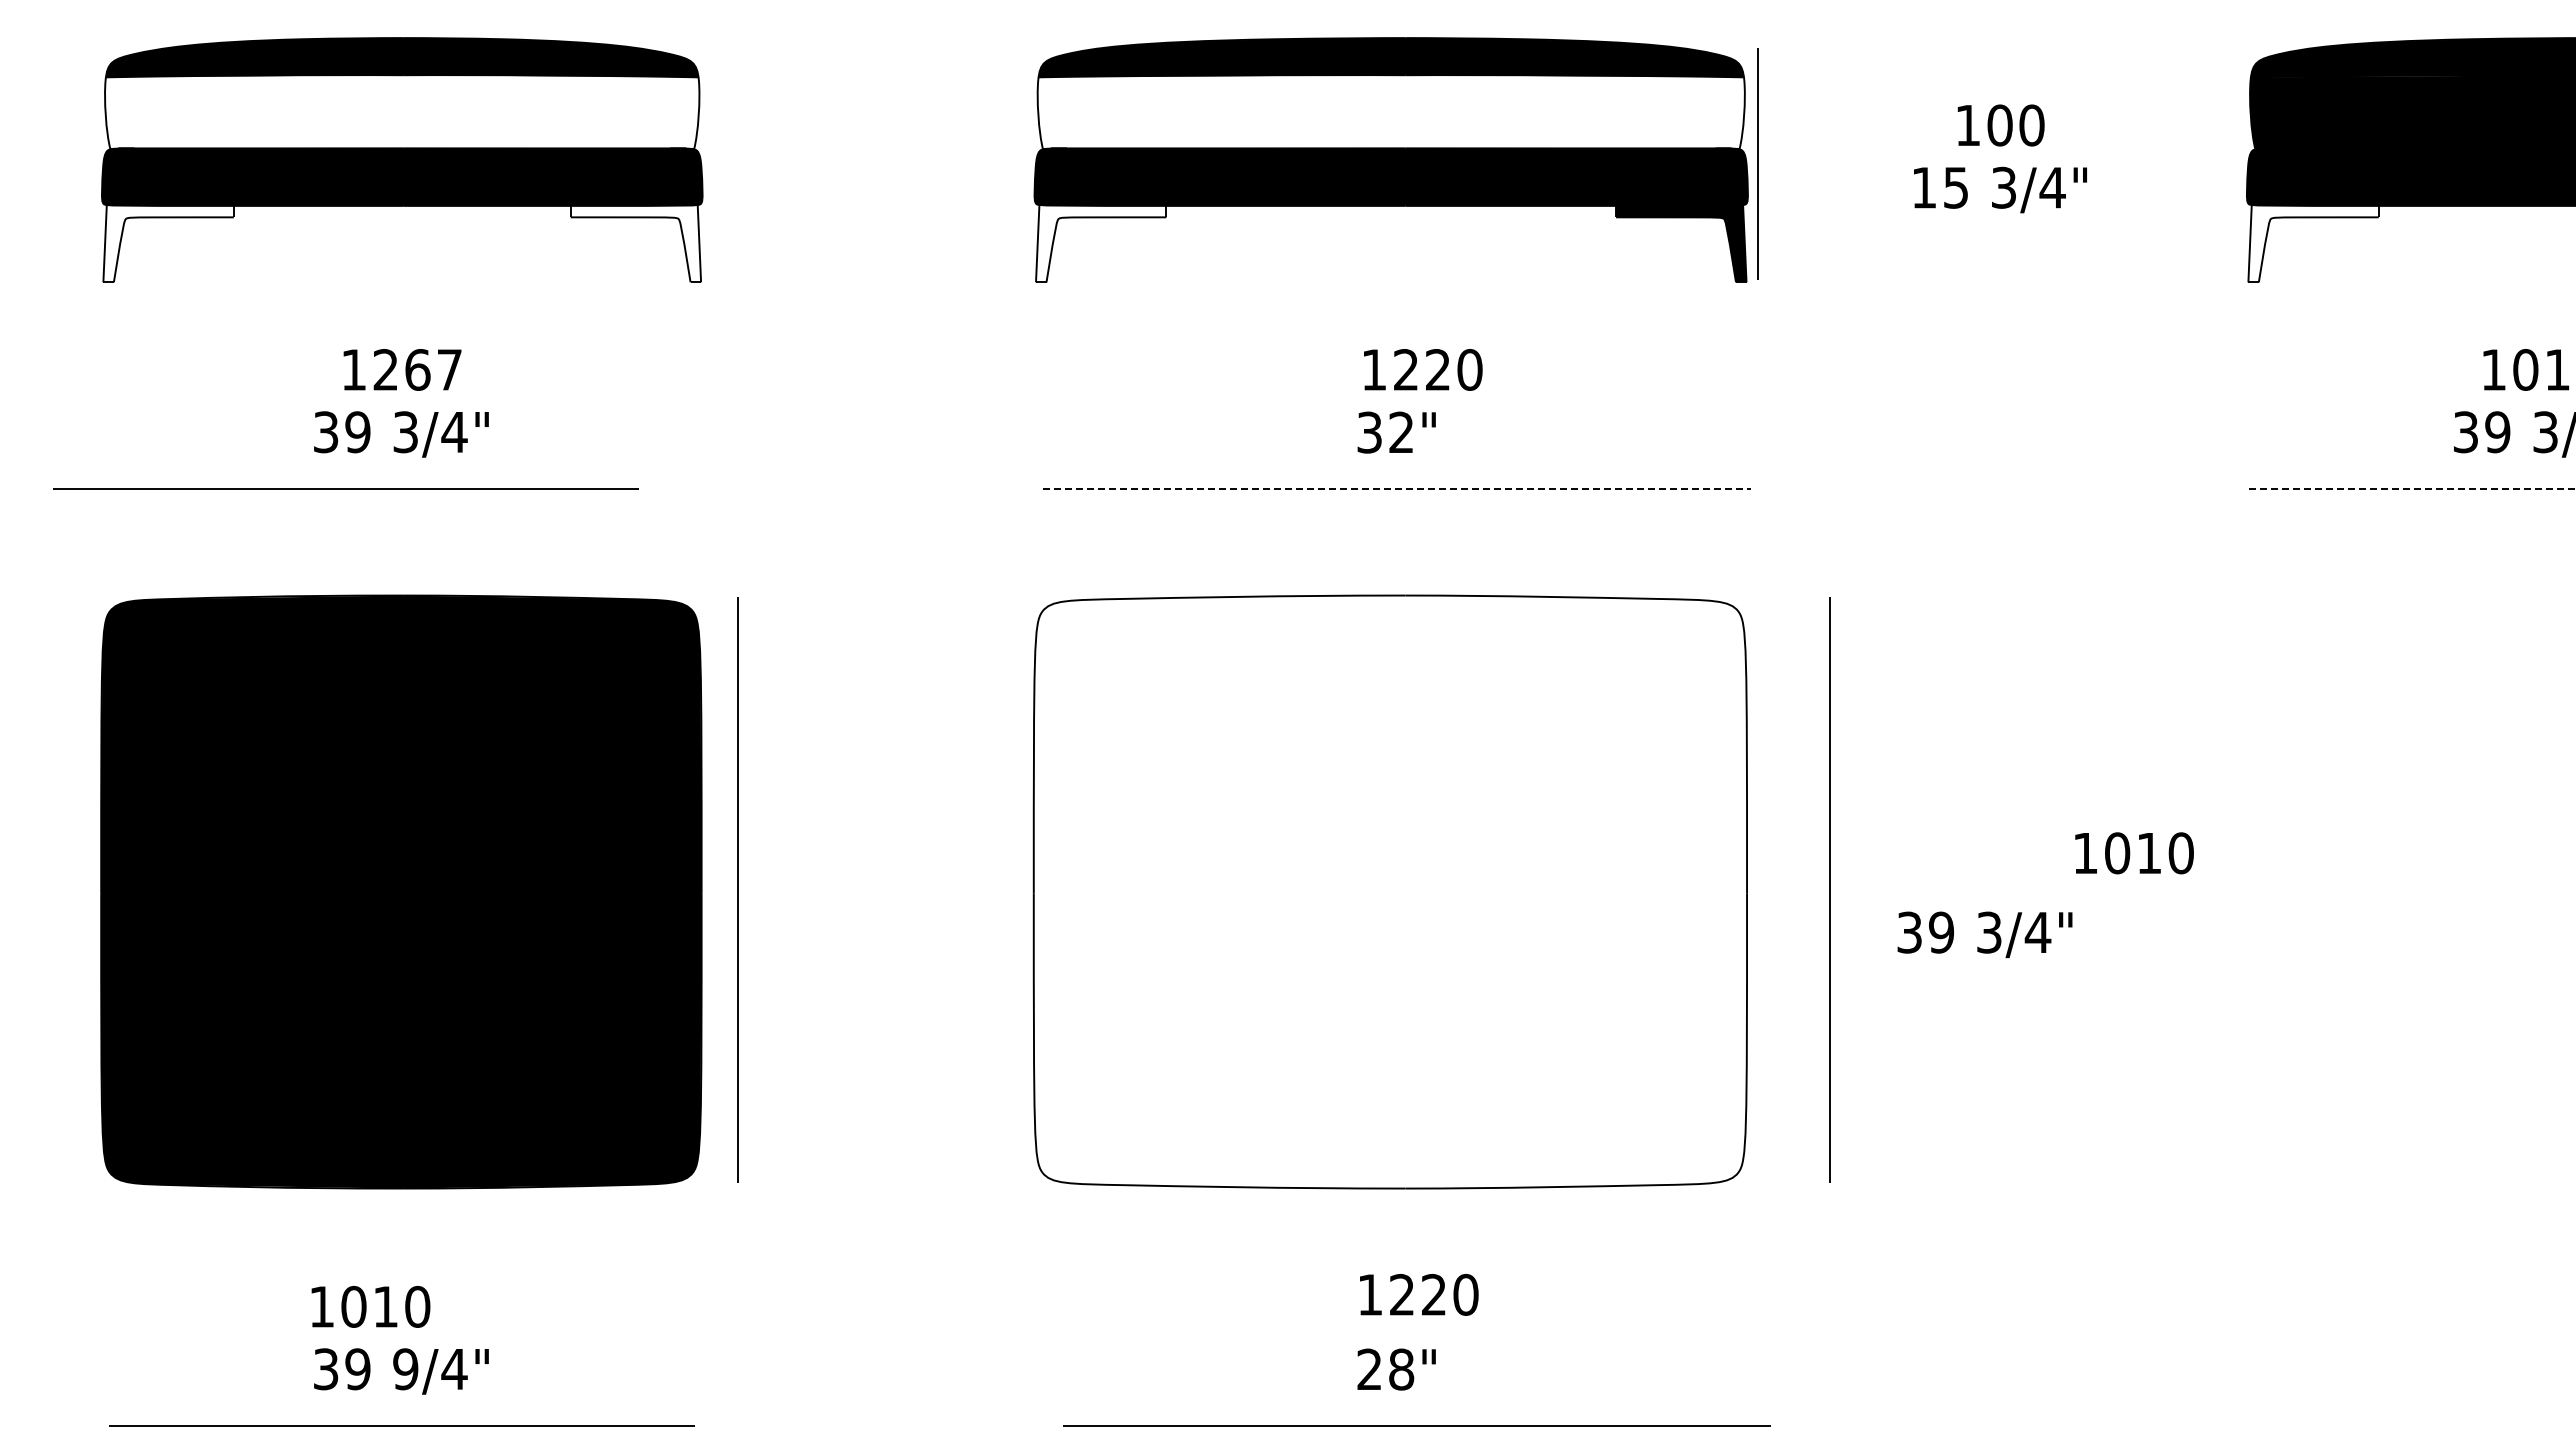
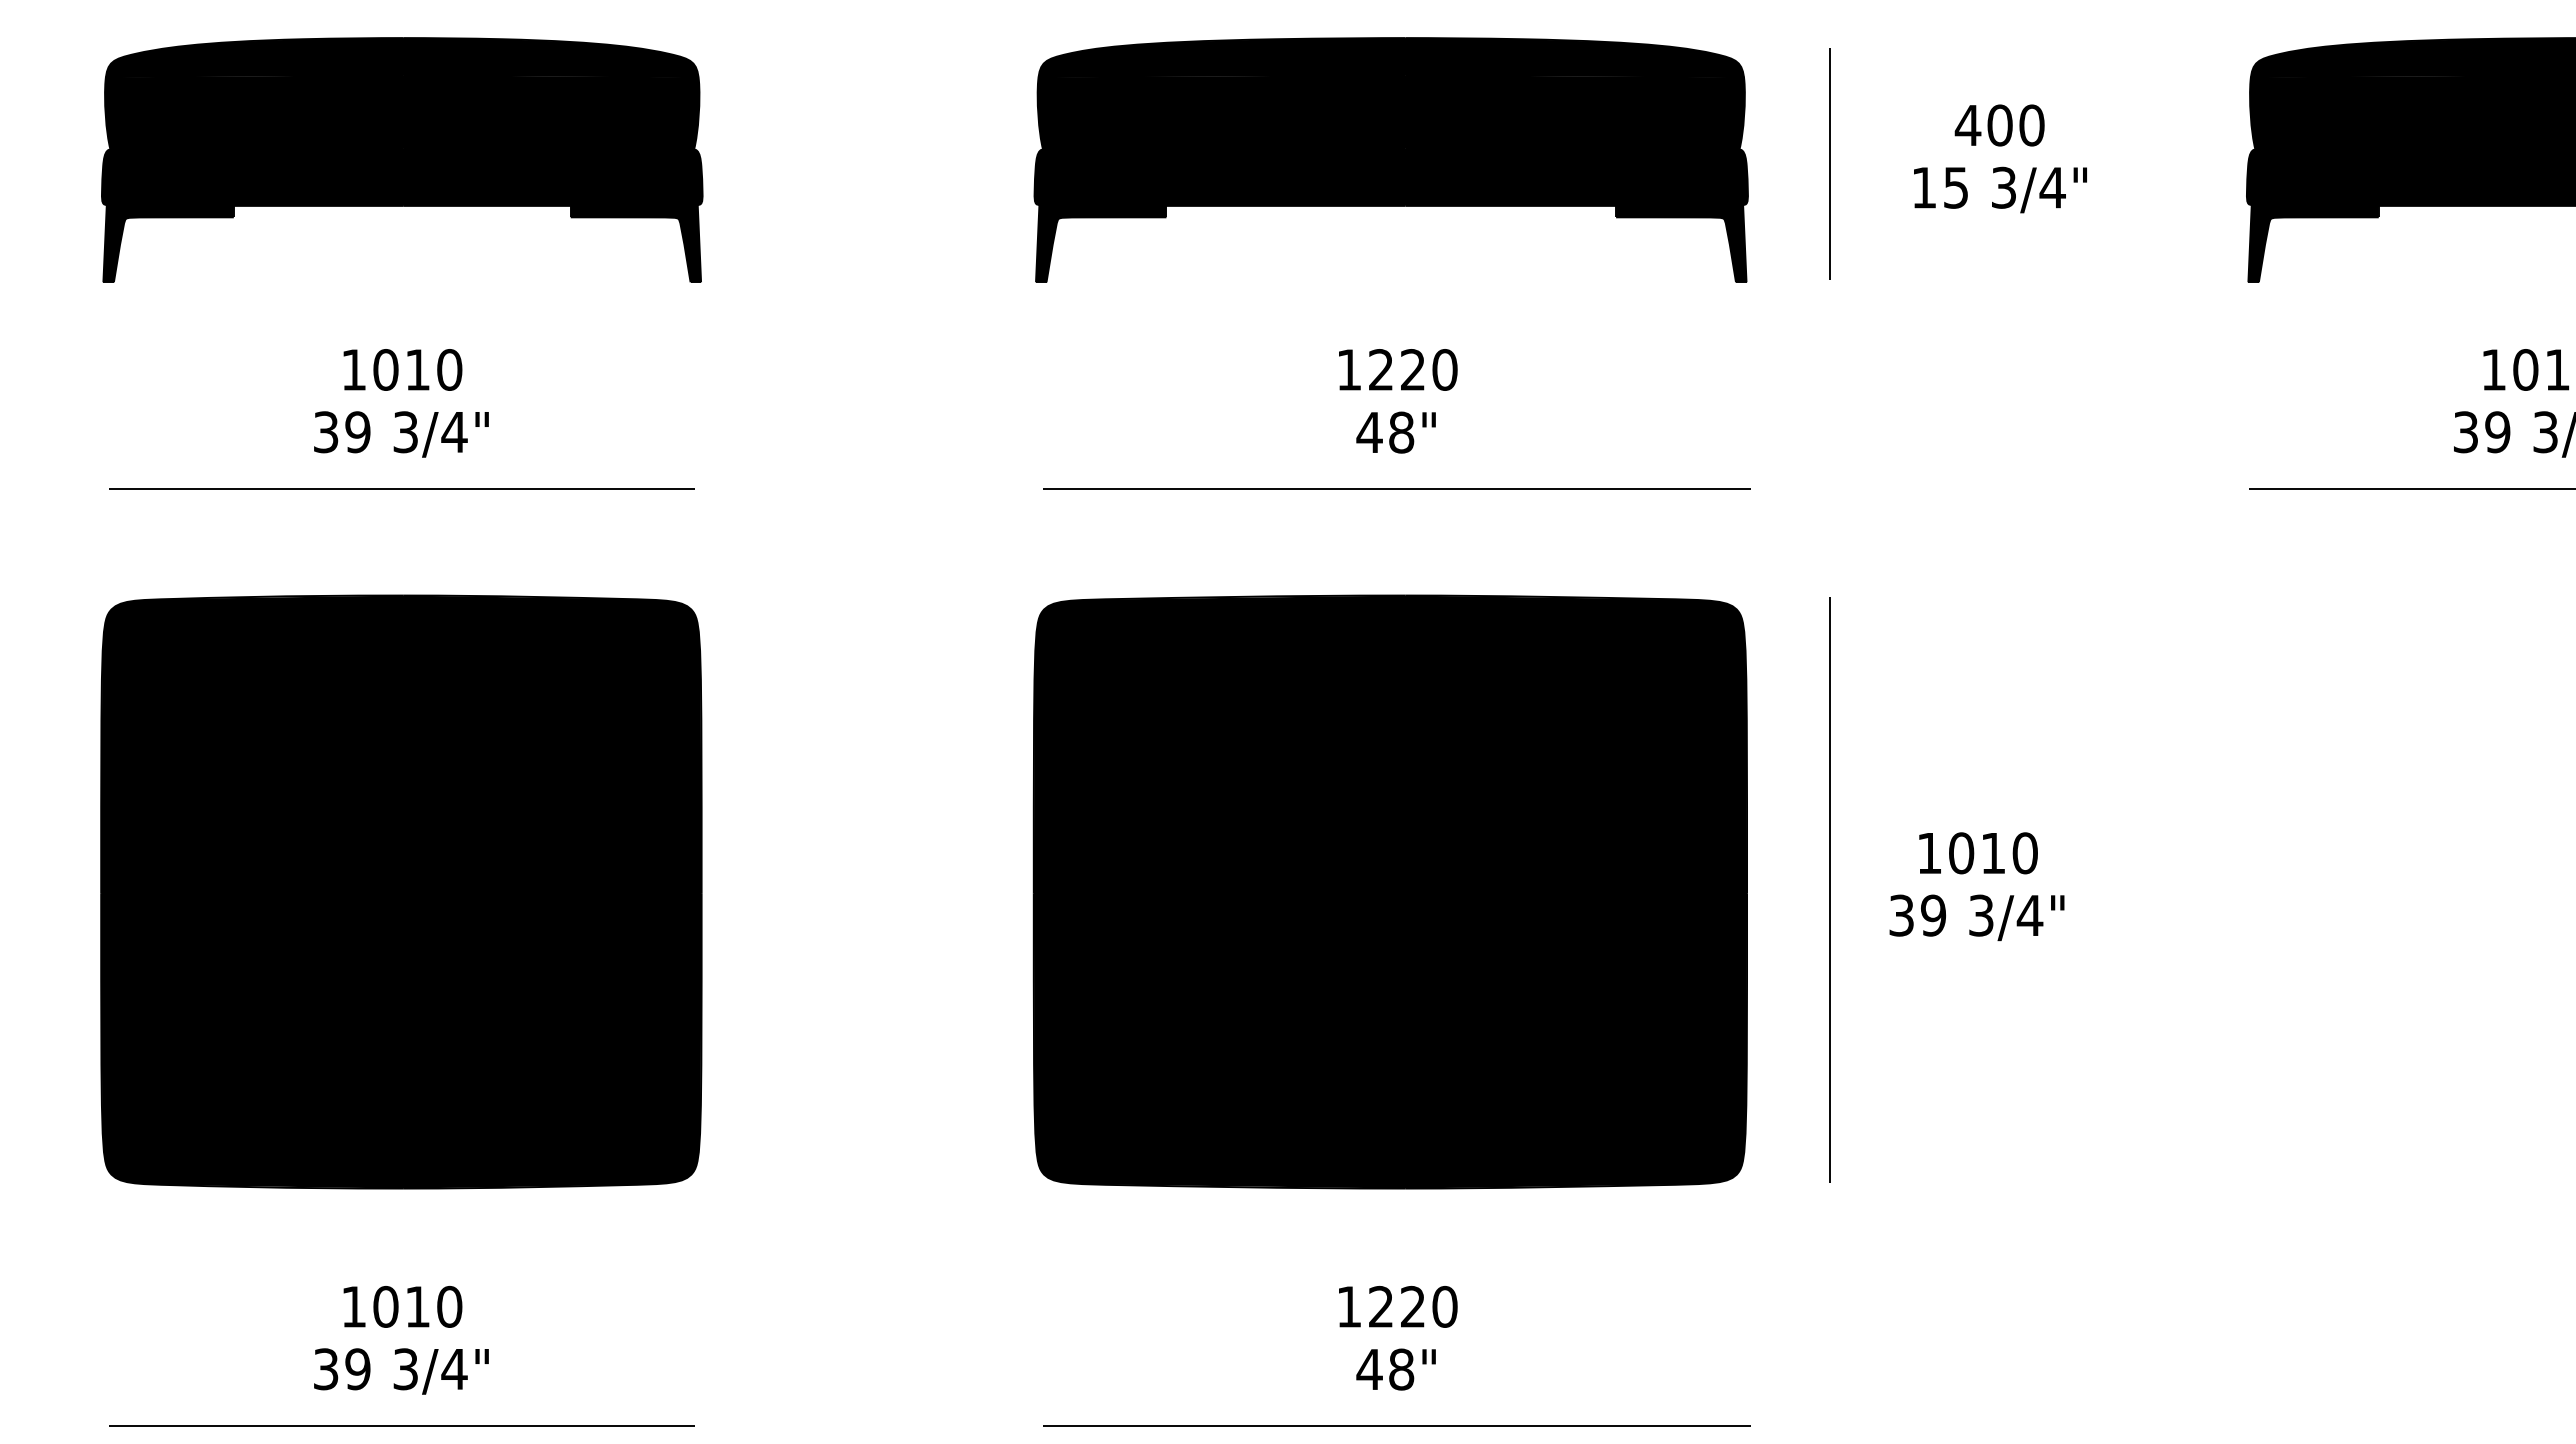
fill at (402, 112): none -> present
fill at (1390, 112): none -> present
text at (1967, 125): 100 -> 400
line at (1757, 163) position: (1757, 163) -> (1829, 163)
fill at (168, 243): none -> present
fill at (635, 243): none -> present
fill at (1101, 243): none -> present
fill at (2313, 243): none -> present
text at (417, 369): 1267 -> 1010
text at (1423, 369) position: (1423, 369) -> (1398, 369)
text at (1385, 432): 32" -> 48"
line at (345, 488) position: (345, 488) -> (401, 488)
line at (1397, 488): dashed -> solid
line at (2412, 488): dashed -> solid
text at (2134, 853) position: (2134, 853) -> (1978, 853)
line at (737, 889): present -> none
fill at (1390, 891): none -> present
text at (1984, 934) position: (1984, 934) -> (1976, 917)
text at (1419, 1294) position: (1419, 1294) -> (1398, 1306)
text at (370, 1306) position: (370, 1306) -> (402, 1306)
text at (1369, 1368): 28" -> 48"
text at (405, 1369): 9/4" -> 3/4"
line at (1416, 1425) position: (1416, 1425) -> (1396, 1425)
